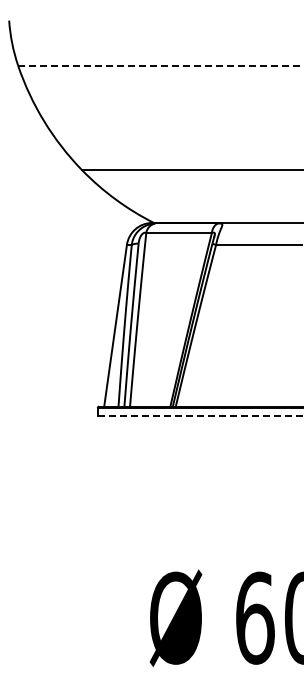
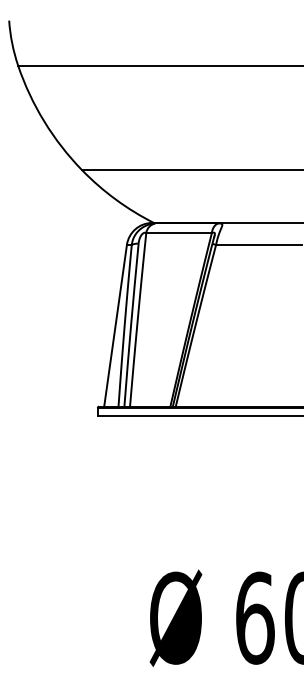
line at (161, 65): dashed -> solid
line at (200, 415): dashed -> solid
